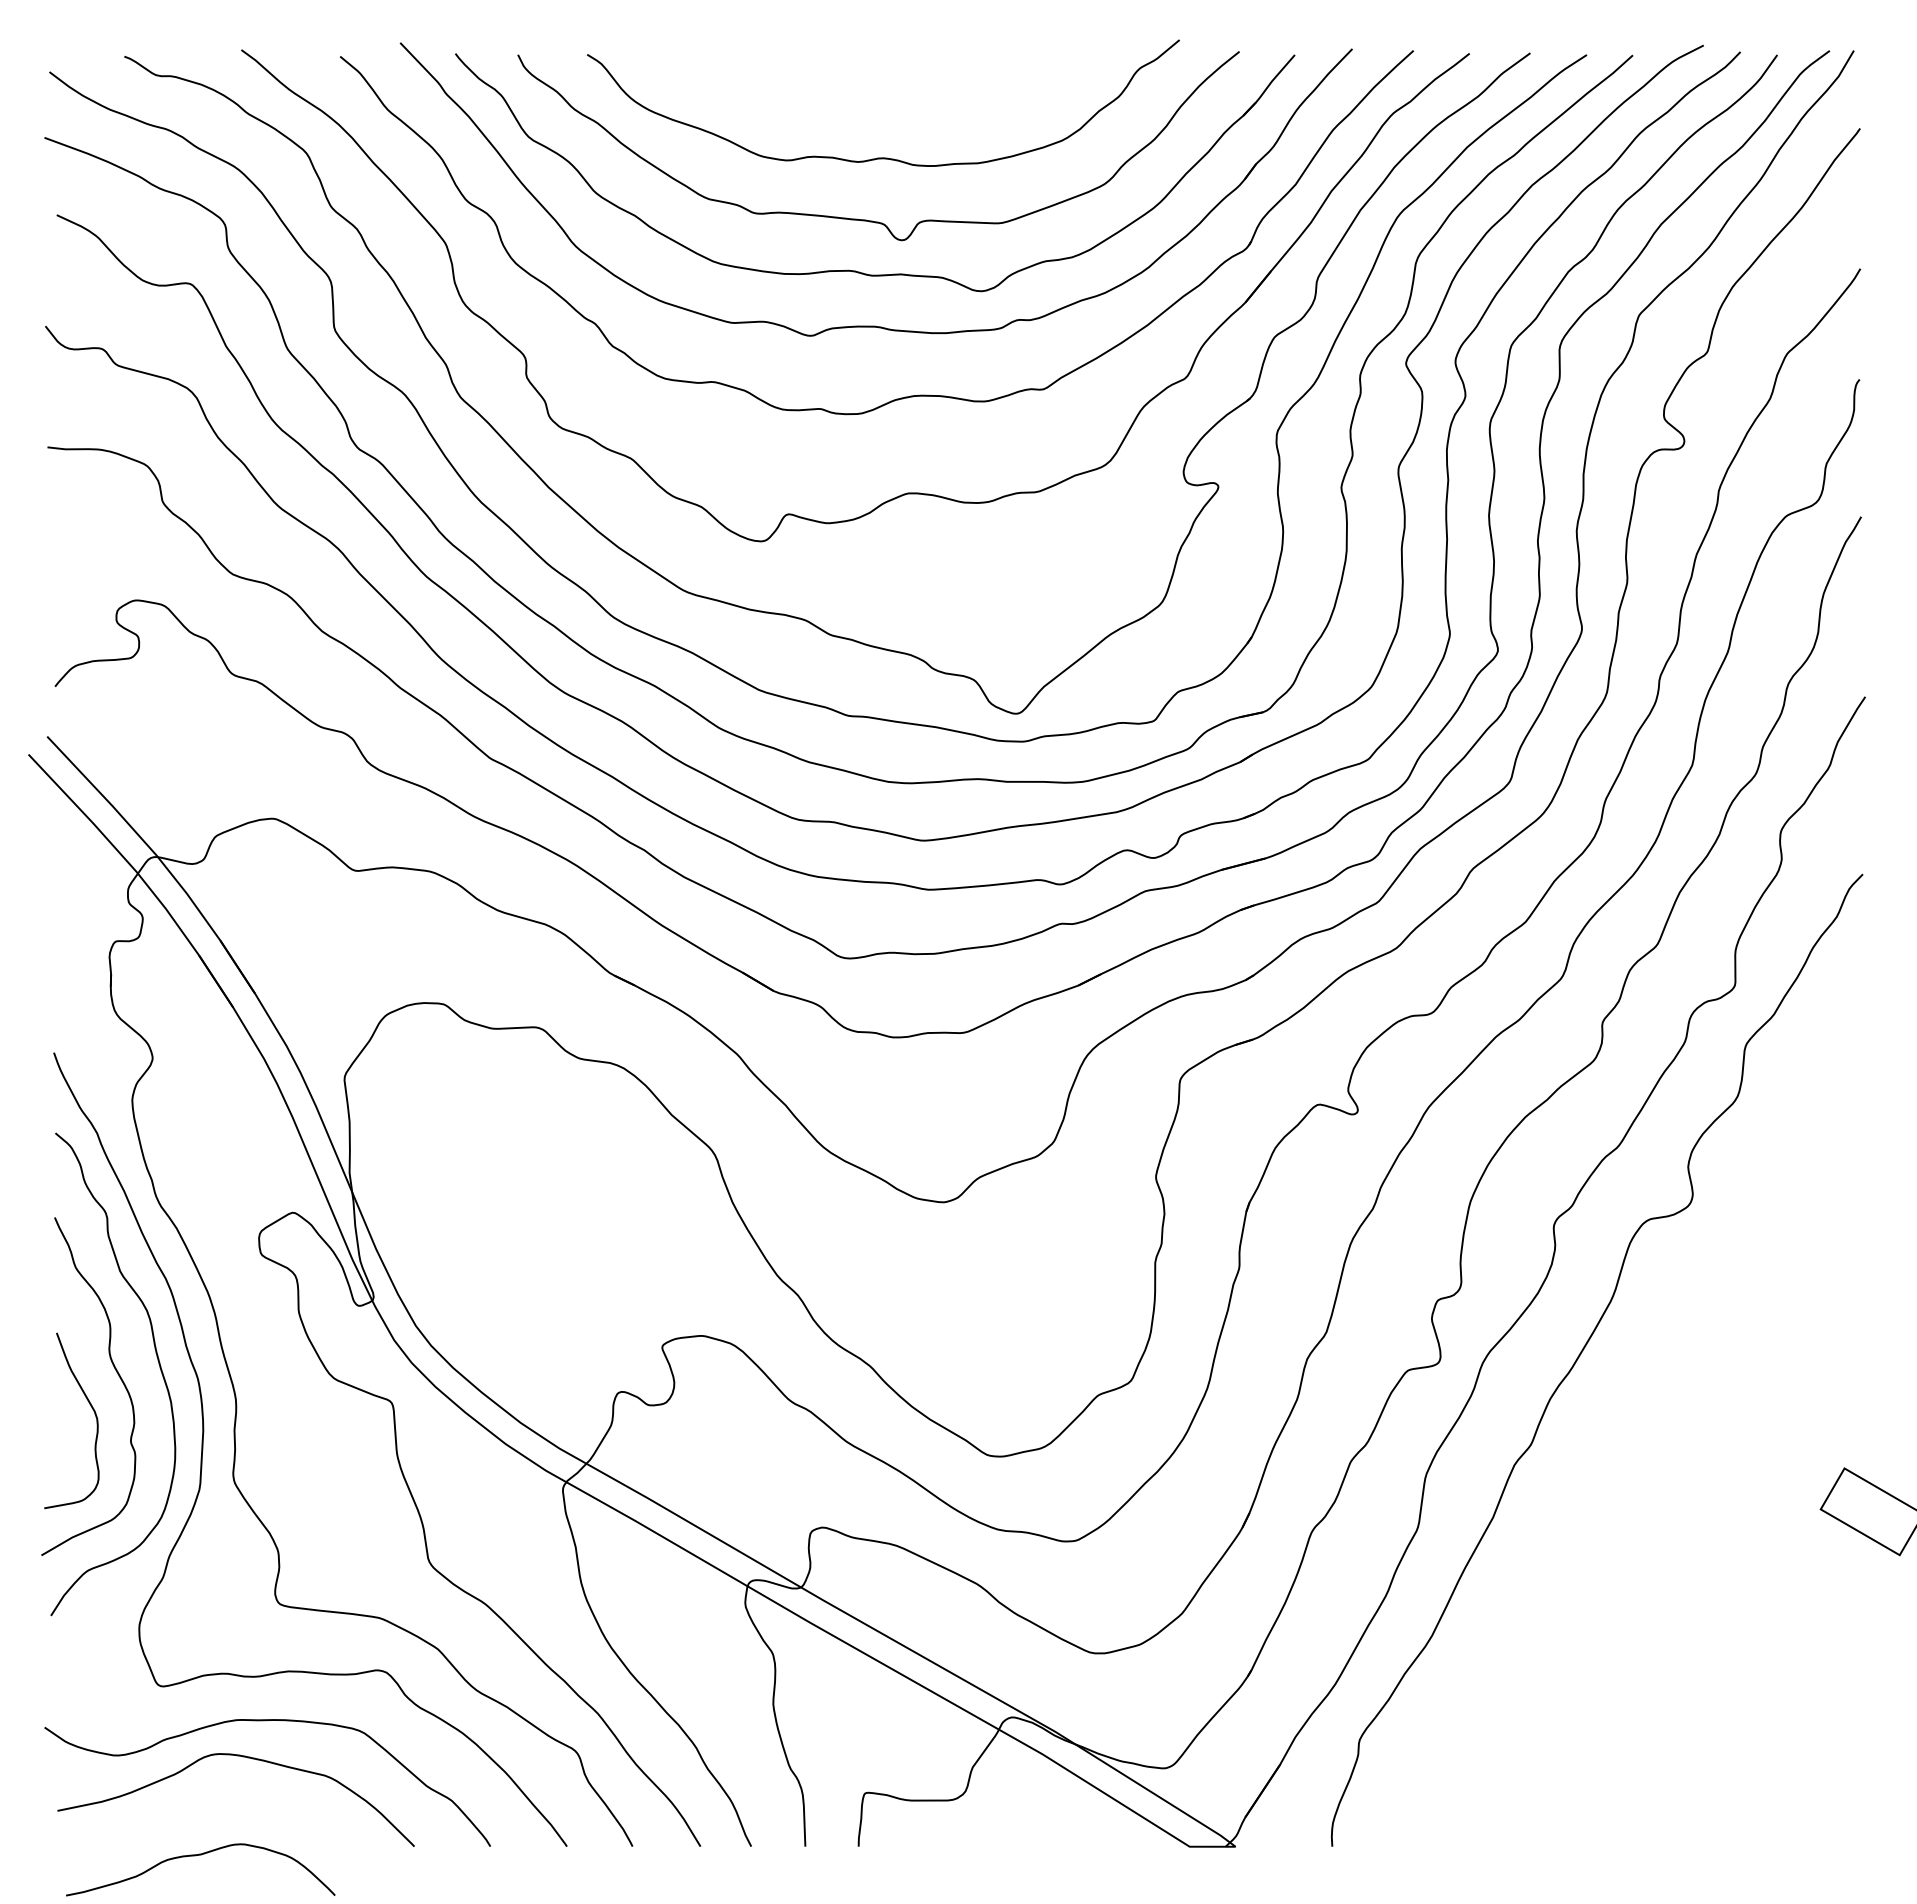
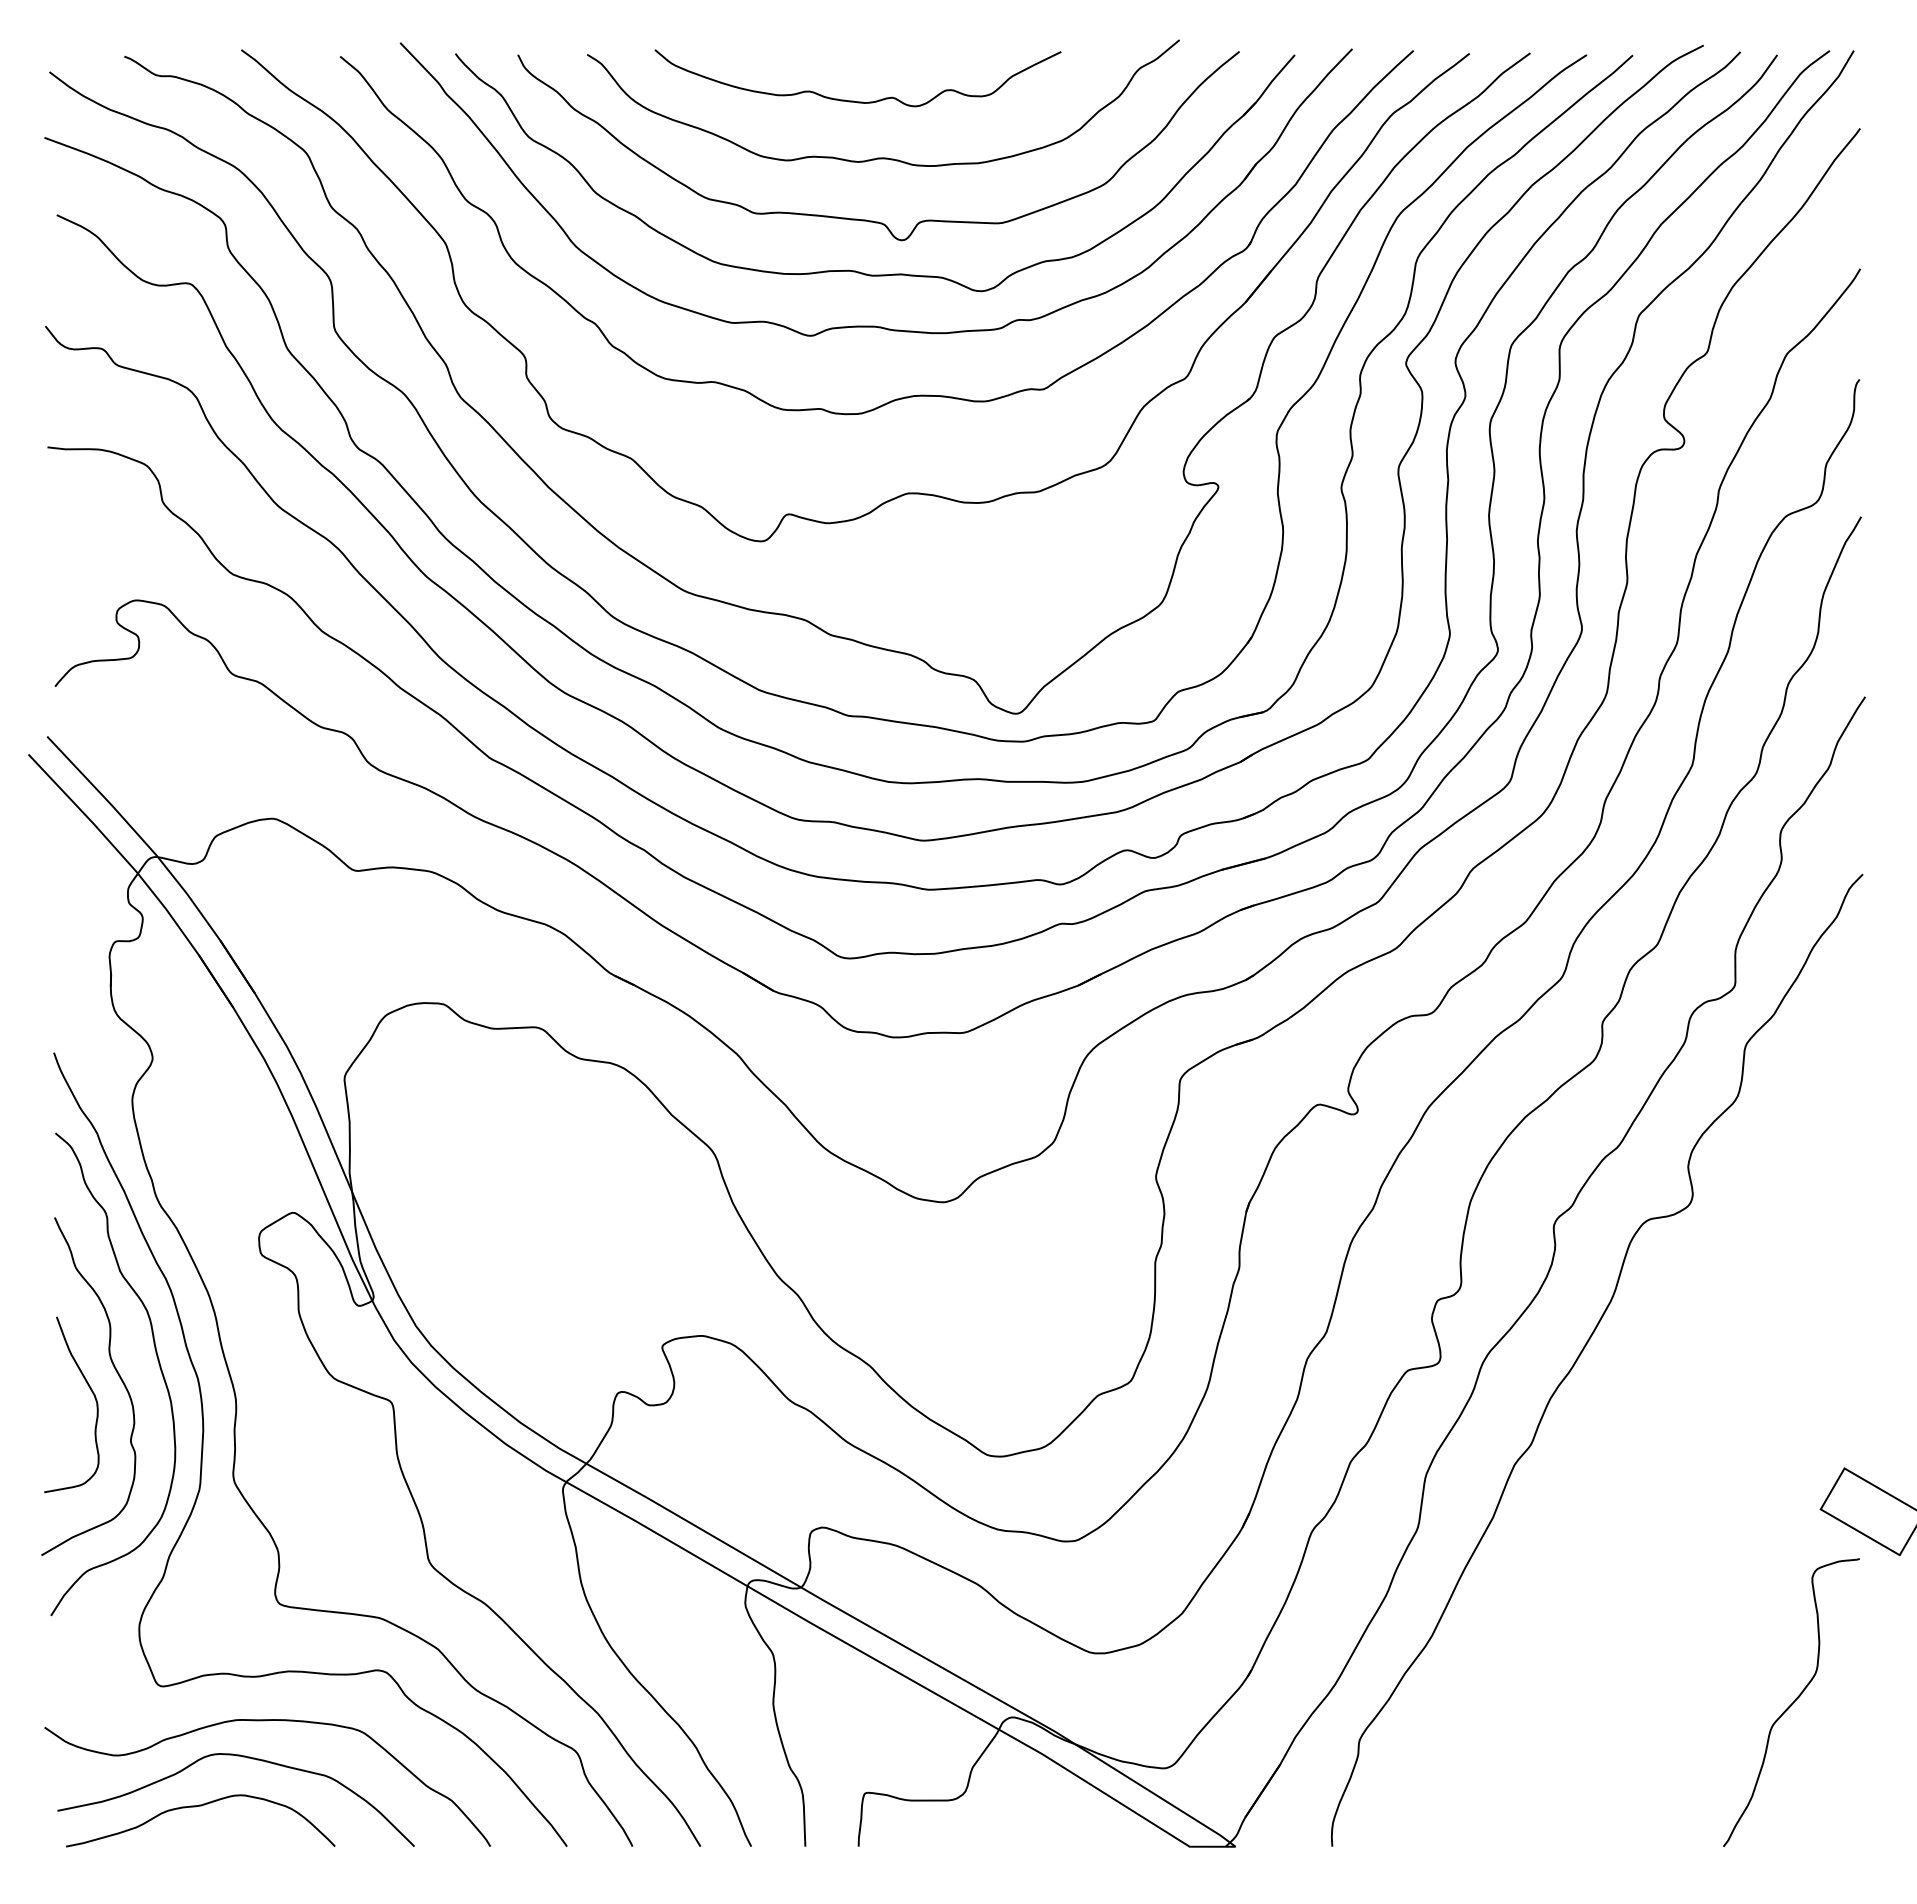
curve at (853, 100): none -> present
curve at (90, 1406) position: (90, 1406) -> (90, 1390)
curve at (1792, 1702): none -> present
curve at (195, 1856) position: (195, 1856) -> (195, 1807)
